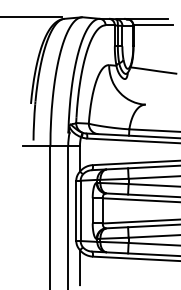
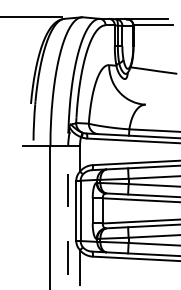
line at (68, 217): solid -> dashed
